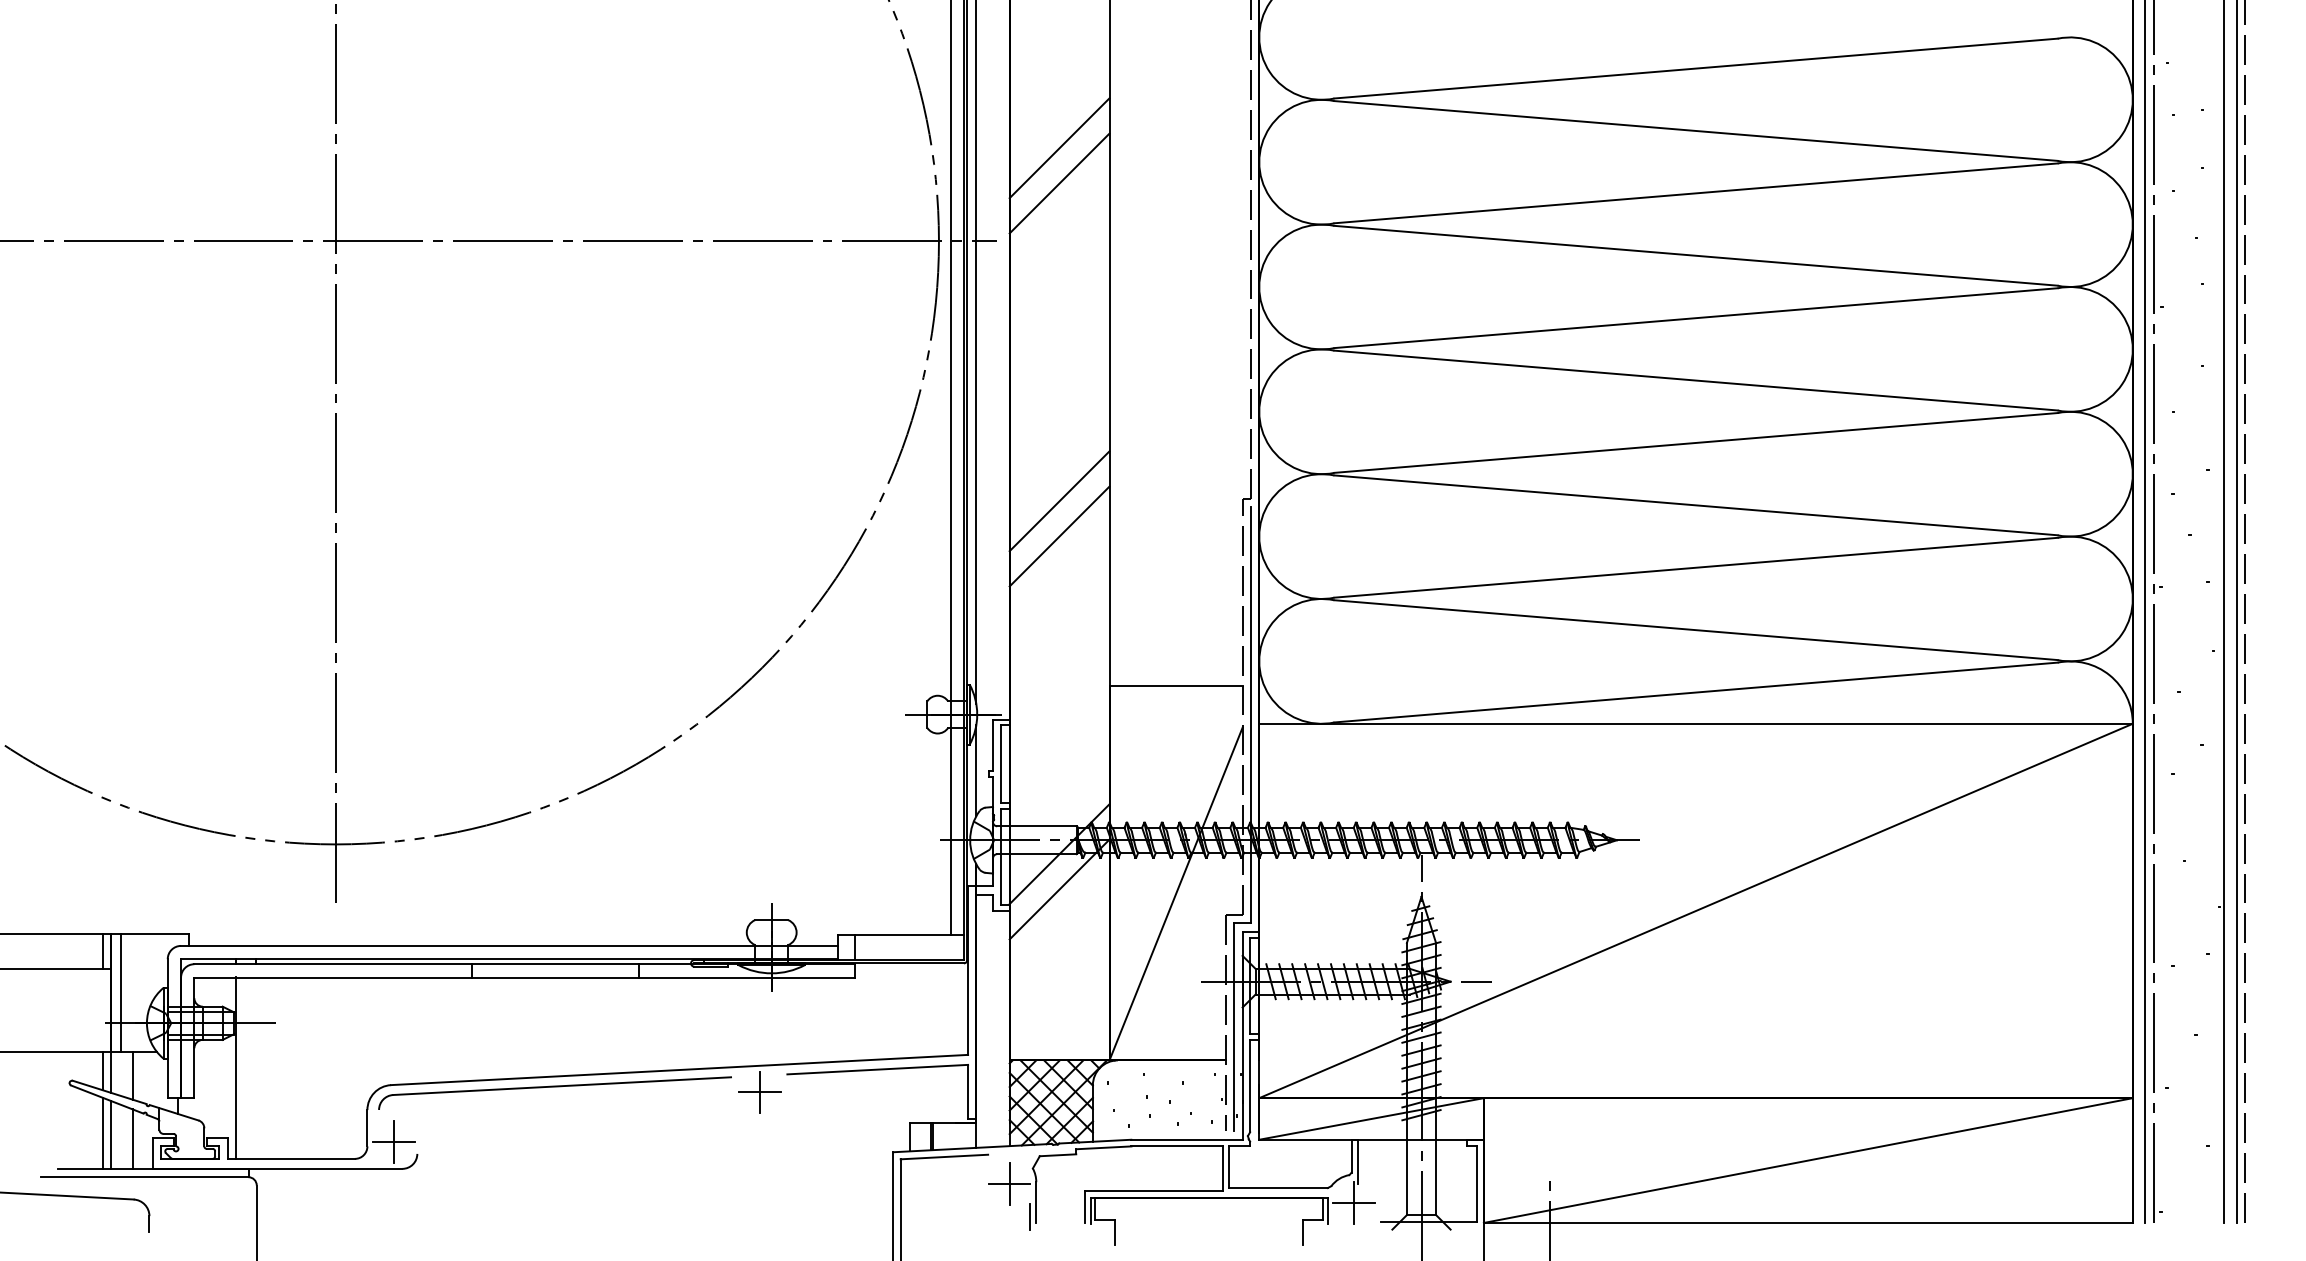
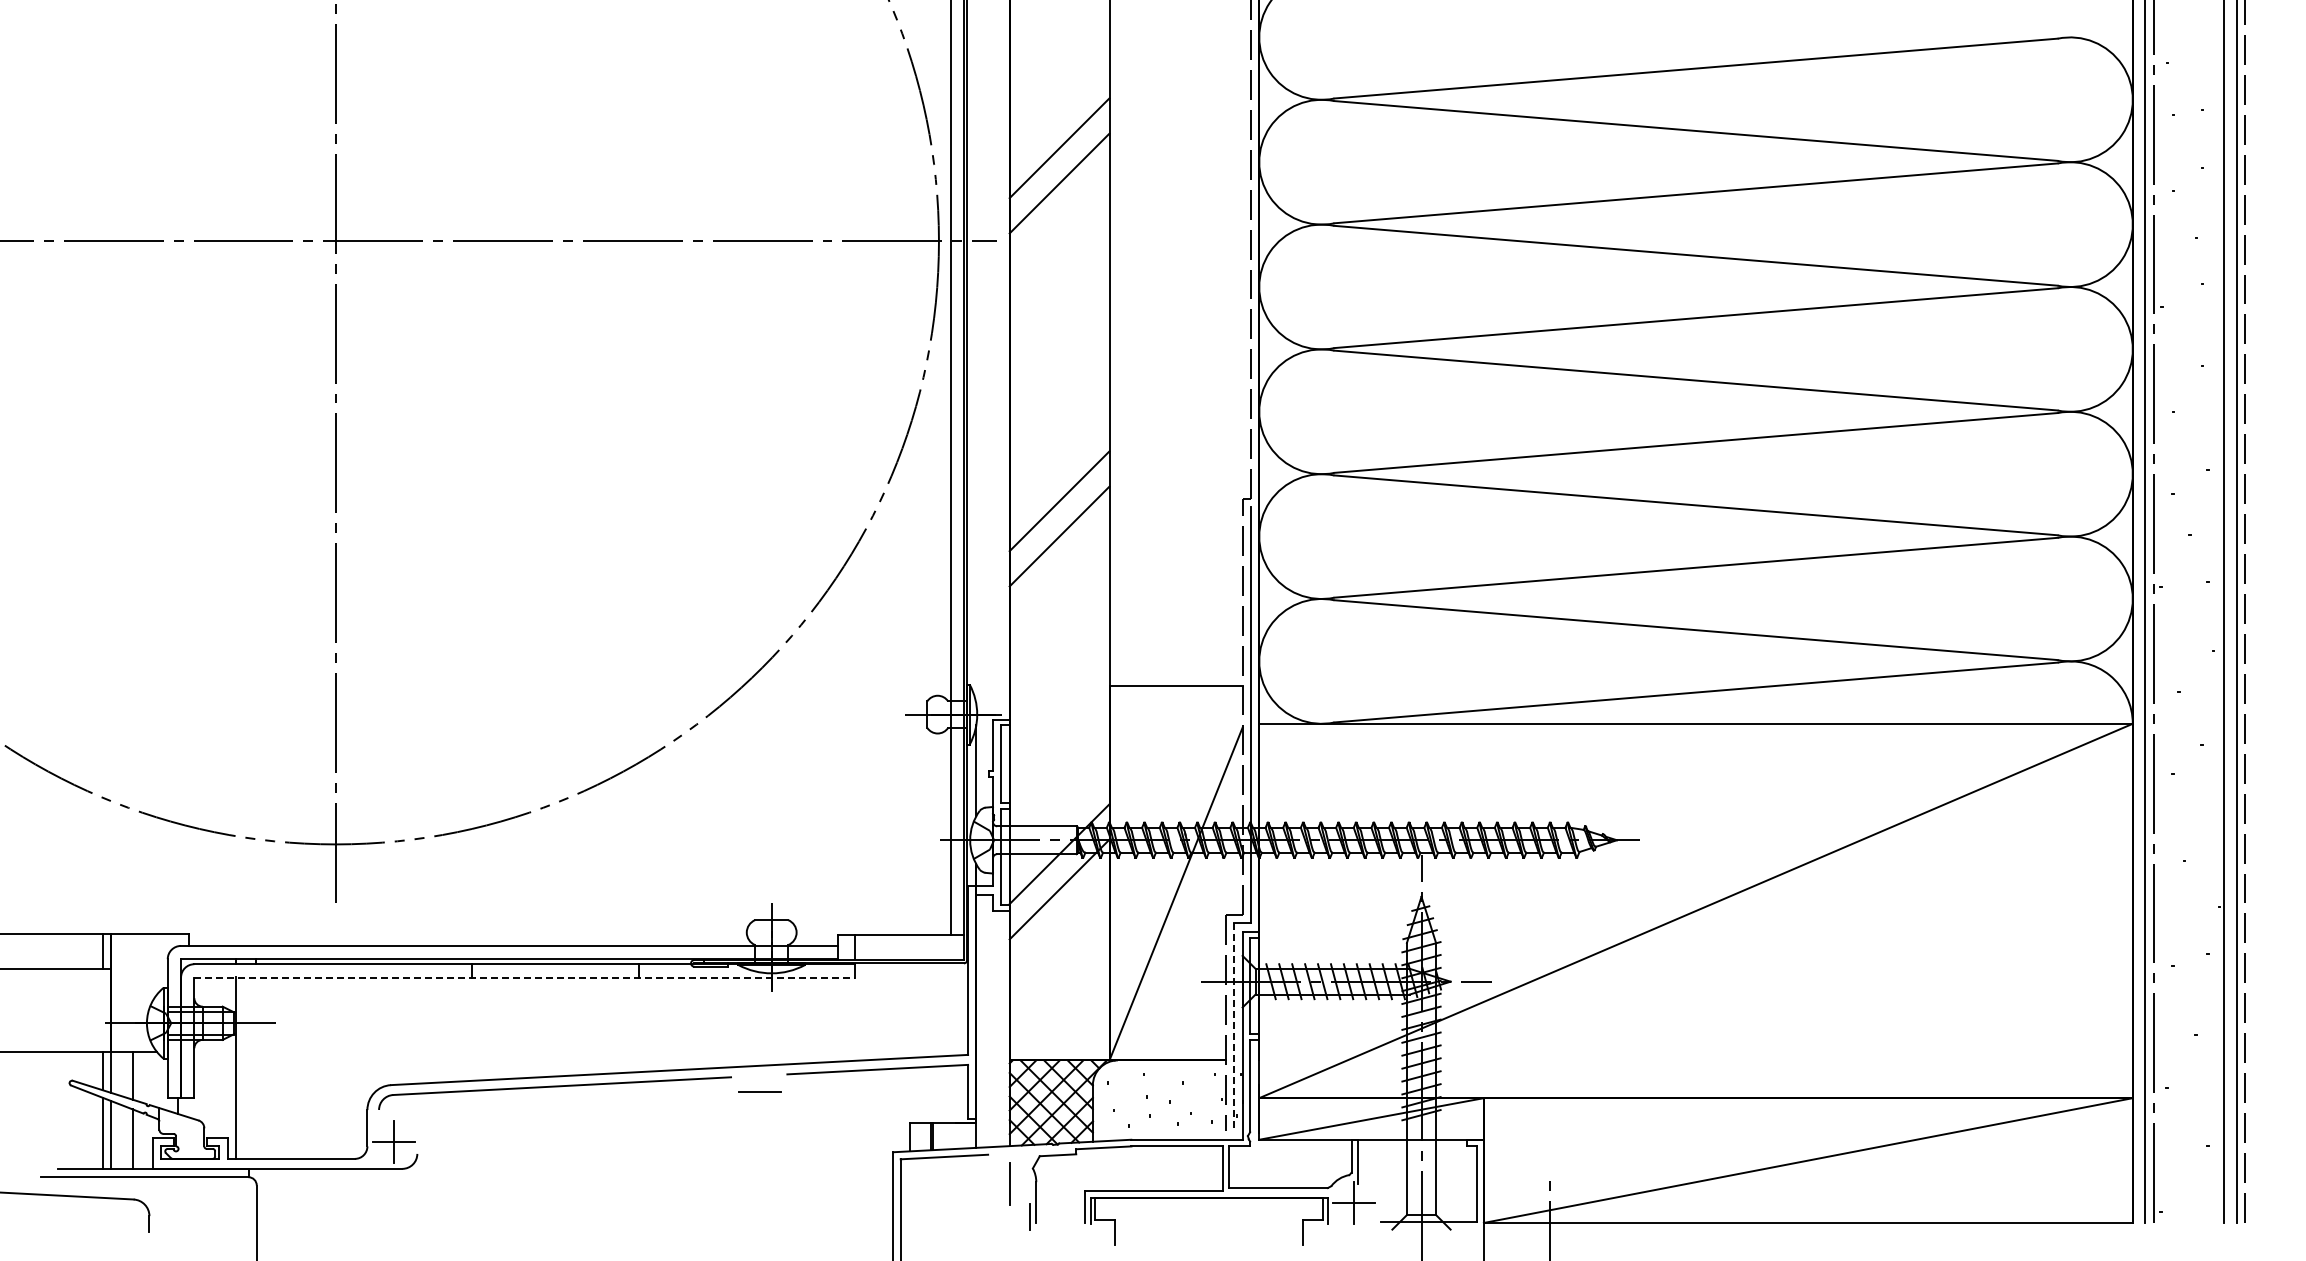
line at (976, 353): present -> none
line at (525, 977): solid -> dashed
line at (121, 993): present -> none
line at (1234, 1027): solid -> dashed
line at (760, 1092): present -> none
line at (1009, 1183): present -> none
